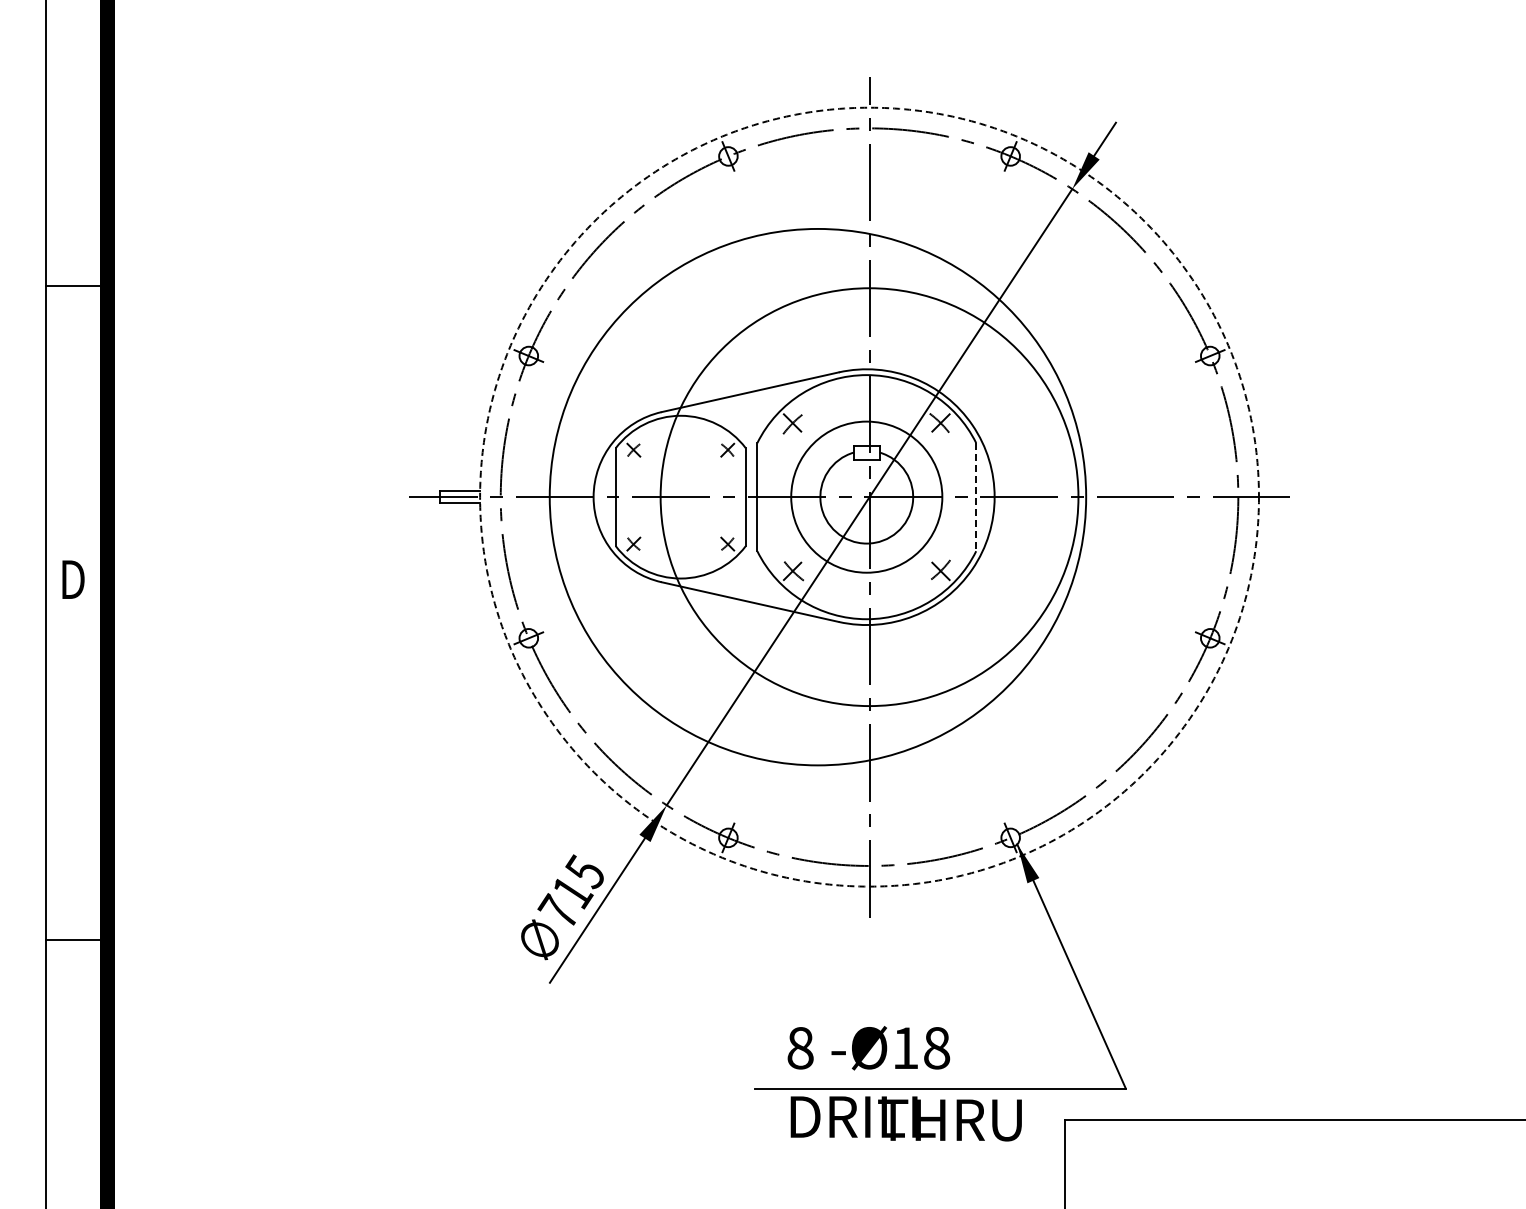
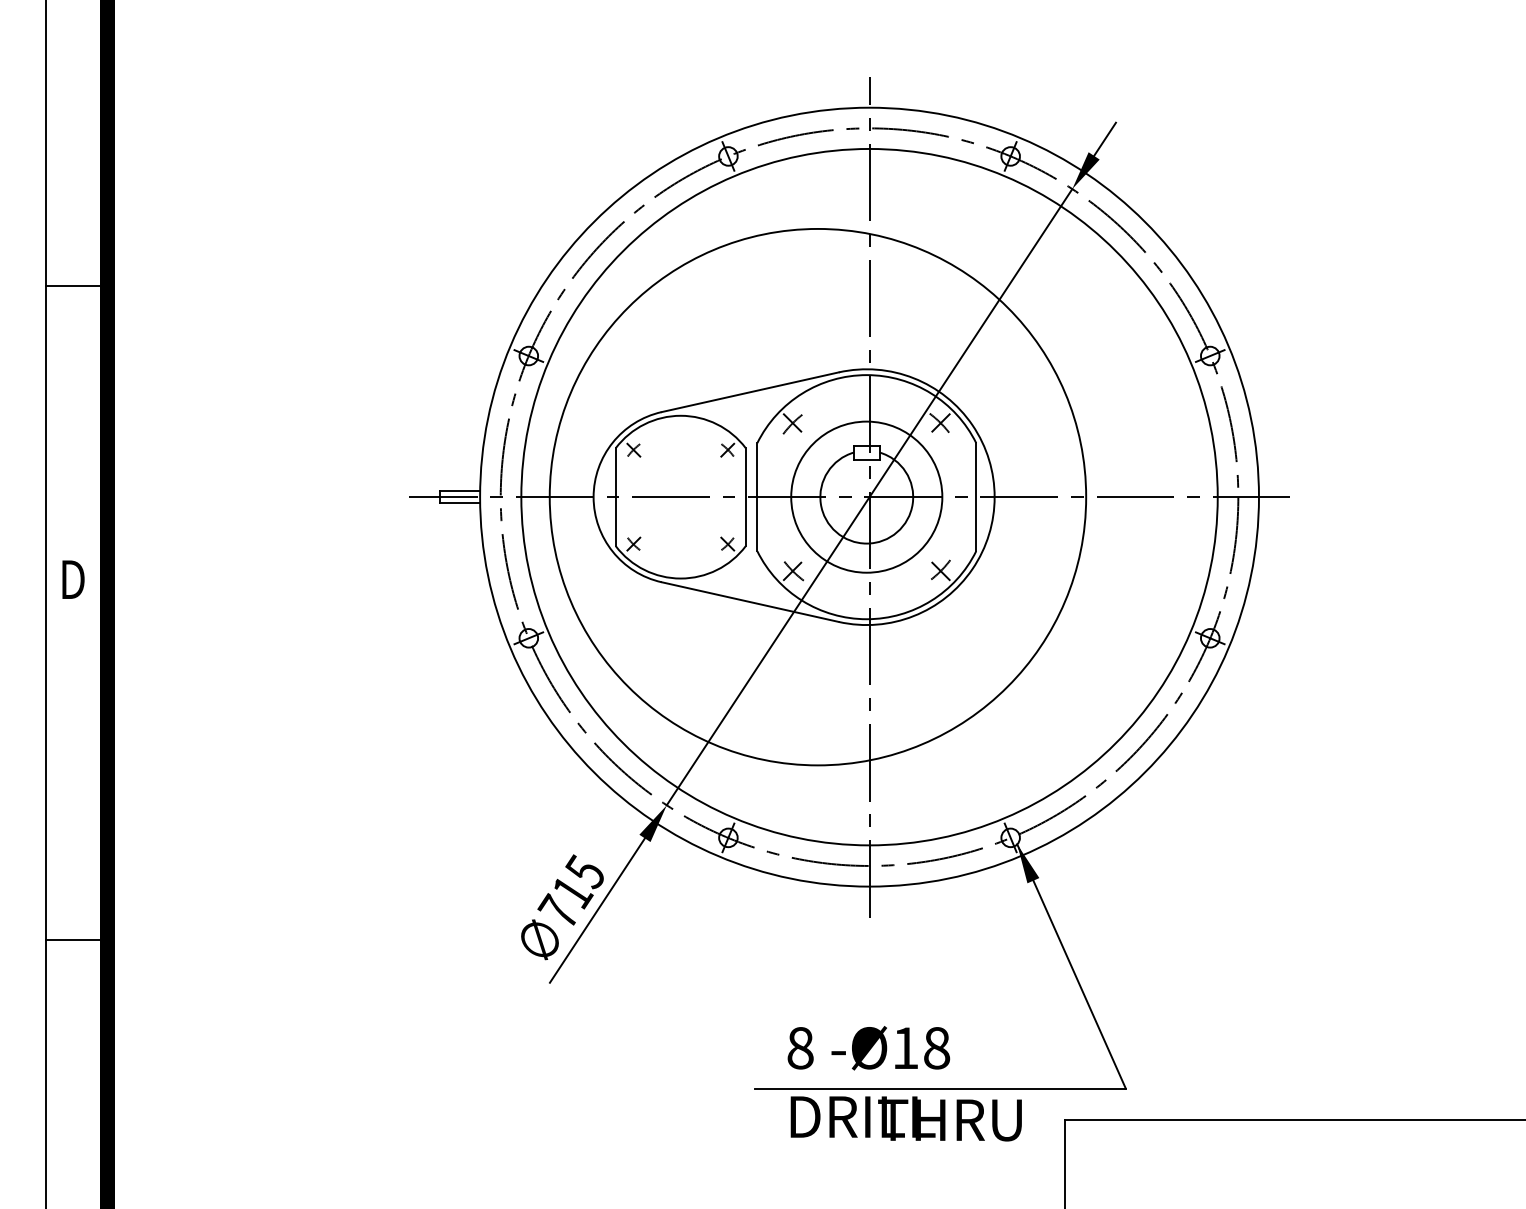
circle at (869, 496): dashed -> solid
circle at (869, 497) diameter: 418 px -> 696 px
line at (976, 497): dashed -> solid
